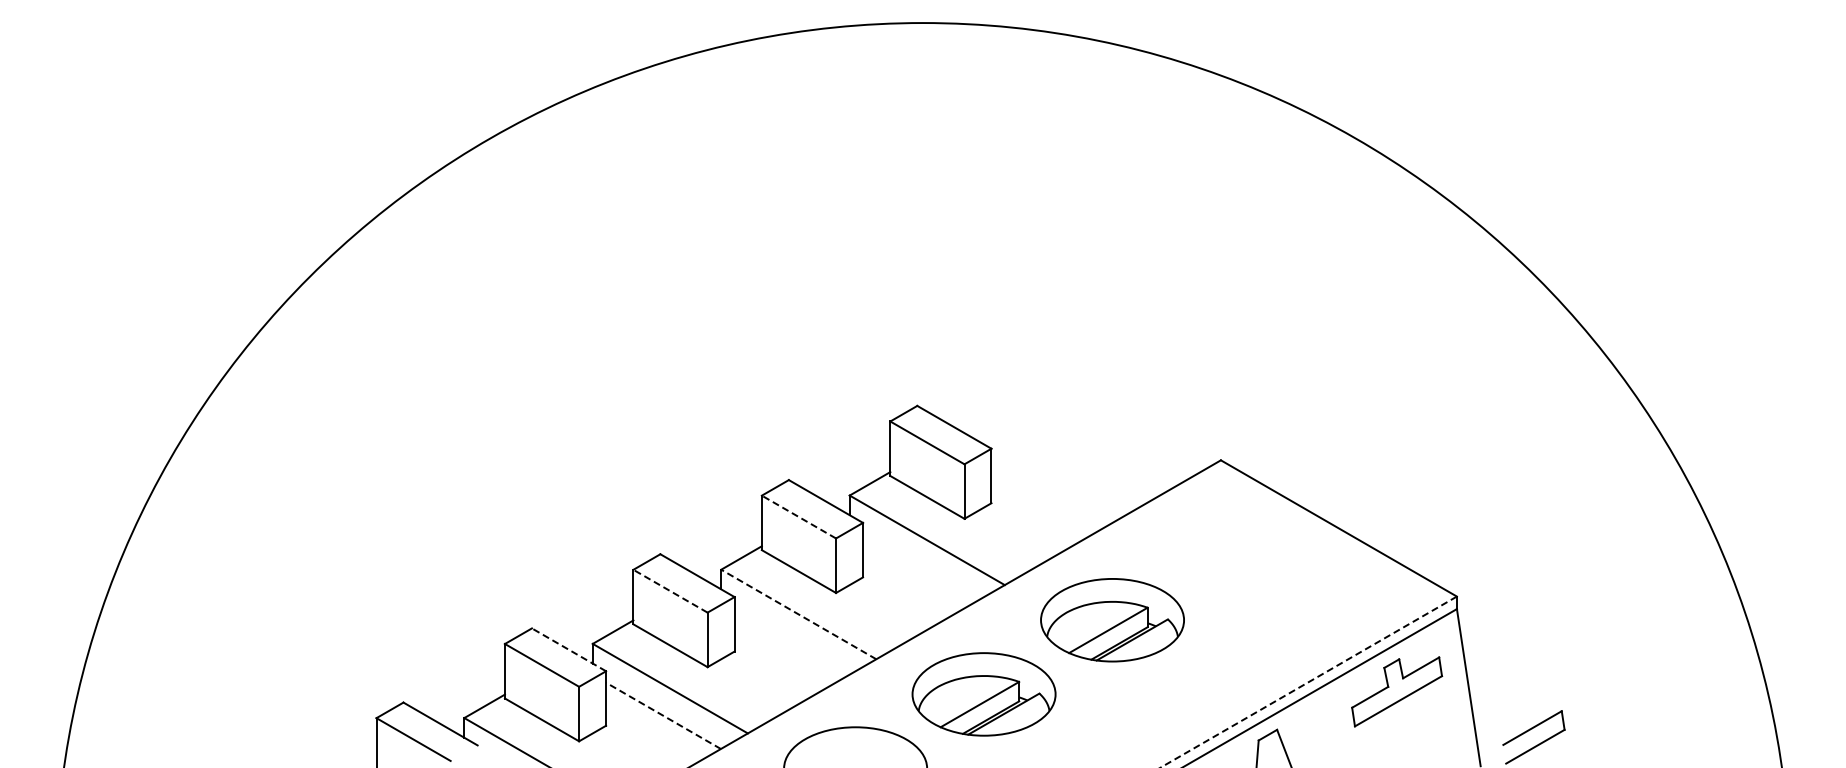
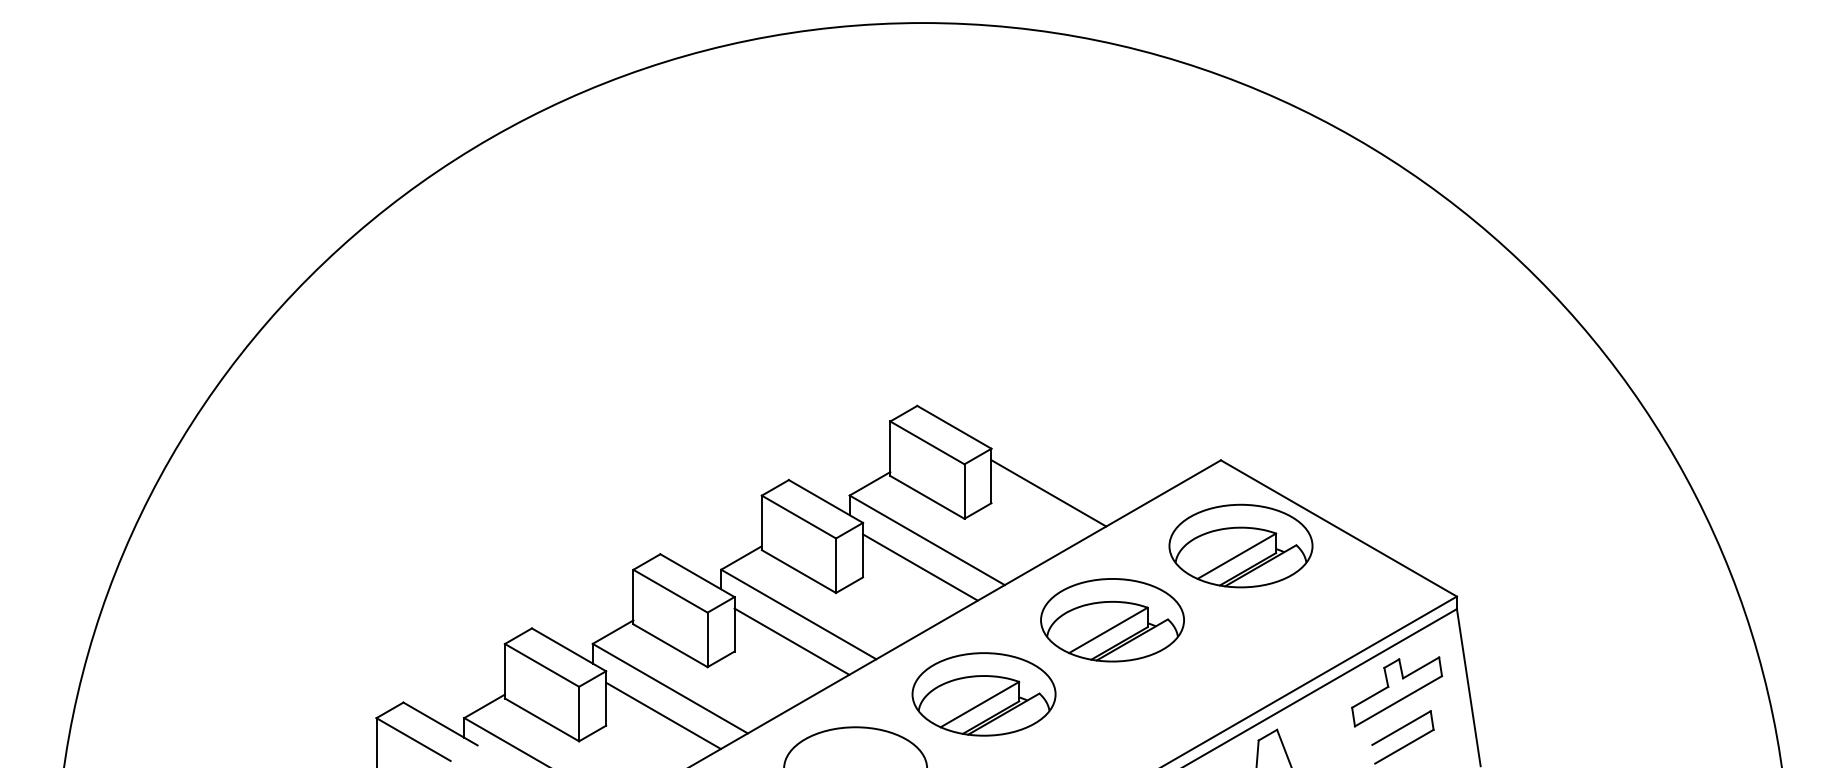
line at (1048, 493): none -> present
line at (798, 517): dashed -> solid
part at (1240, 545): none -> present
line at (920, 567): none -> present
line at (670, 591): dashed -> solid
line at (798, 614): dashed -> solid
line at (791, 641): none -> present
line at (569, 649): dashed -> solid
line at (1308, 682): dashed -> solid
line at (663, 715): dashed -> solid
part at (1530, 730) position: (1530, 730) -> (1399, 730)
